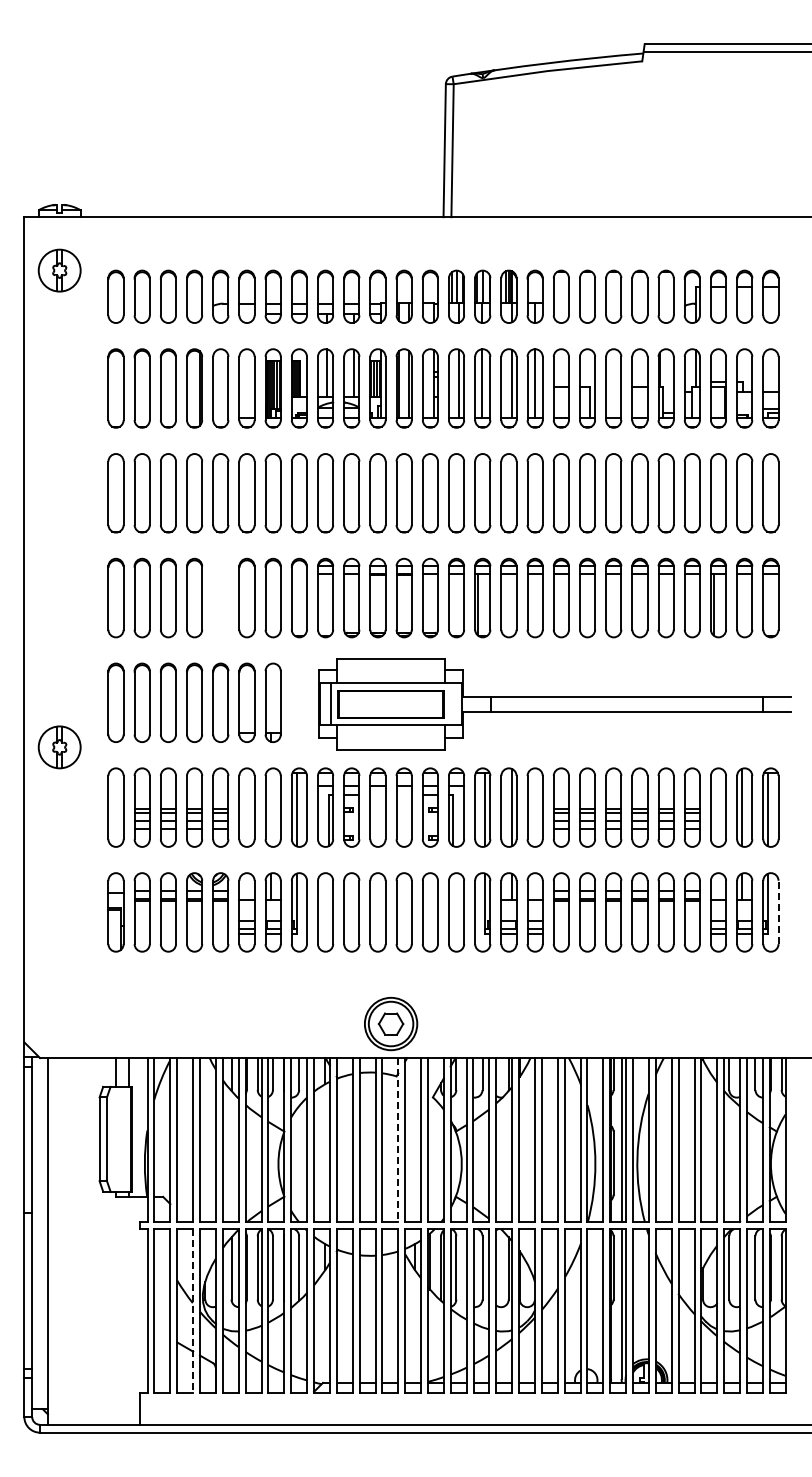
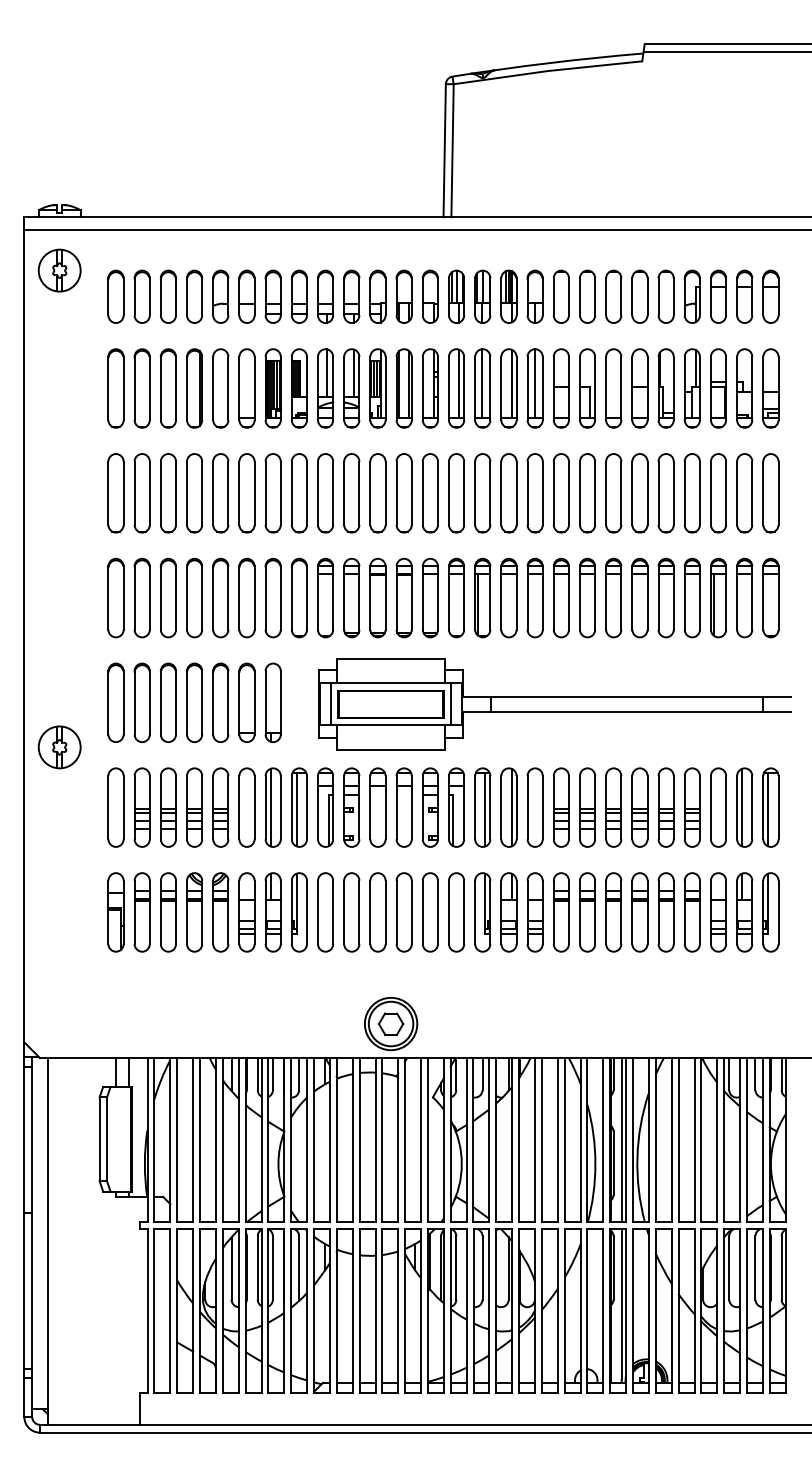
line at (416, 230): none -> present
part at (220, 597): none -> present
line at (451, 704): none -> present
line at (270, 807): none -> present
line at (778, 912): dashed -> solid
line at (398, 1140): dashed -> solid
line at (193, 1311): dashed -> solid
